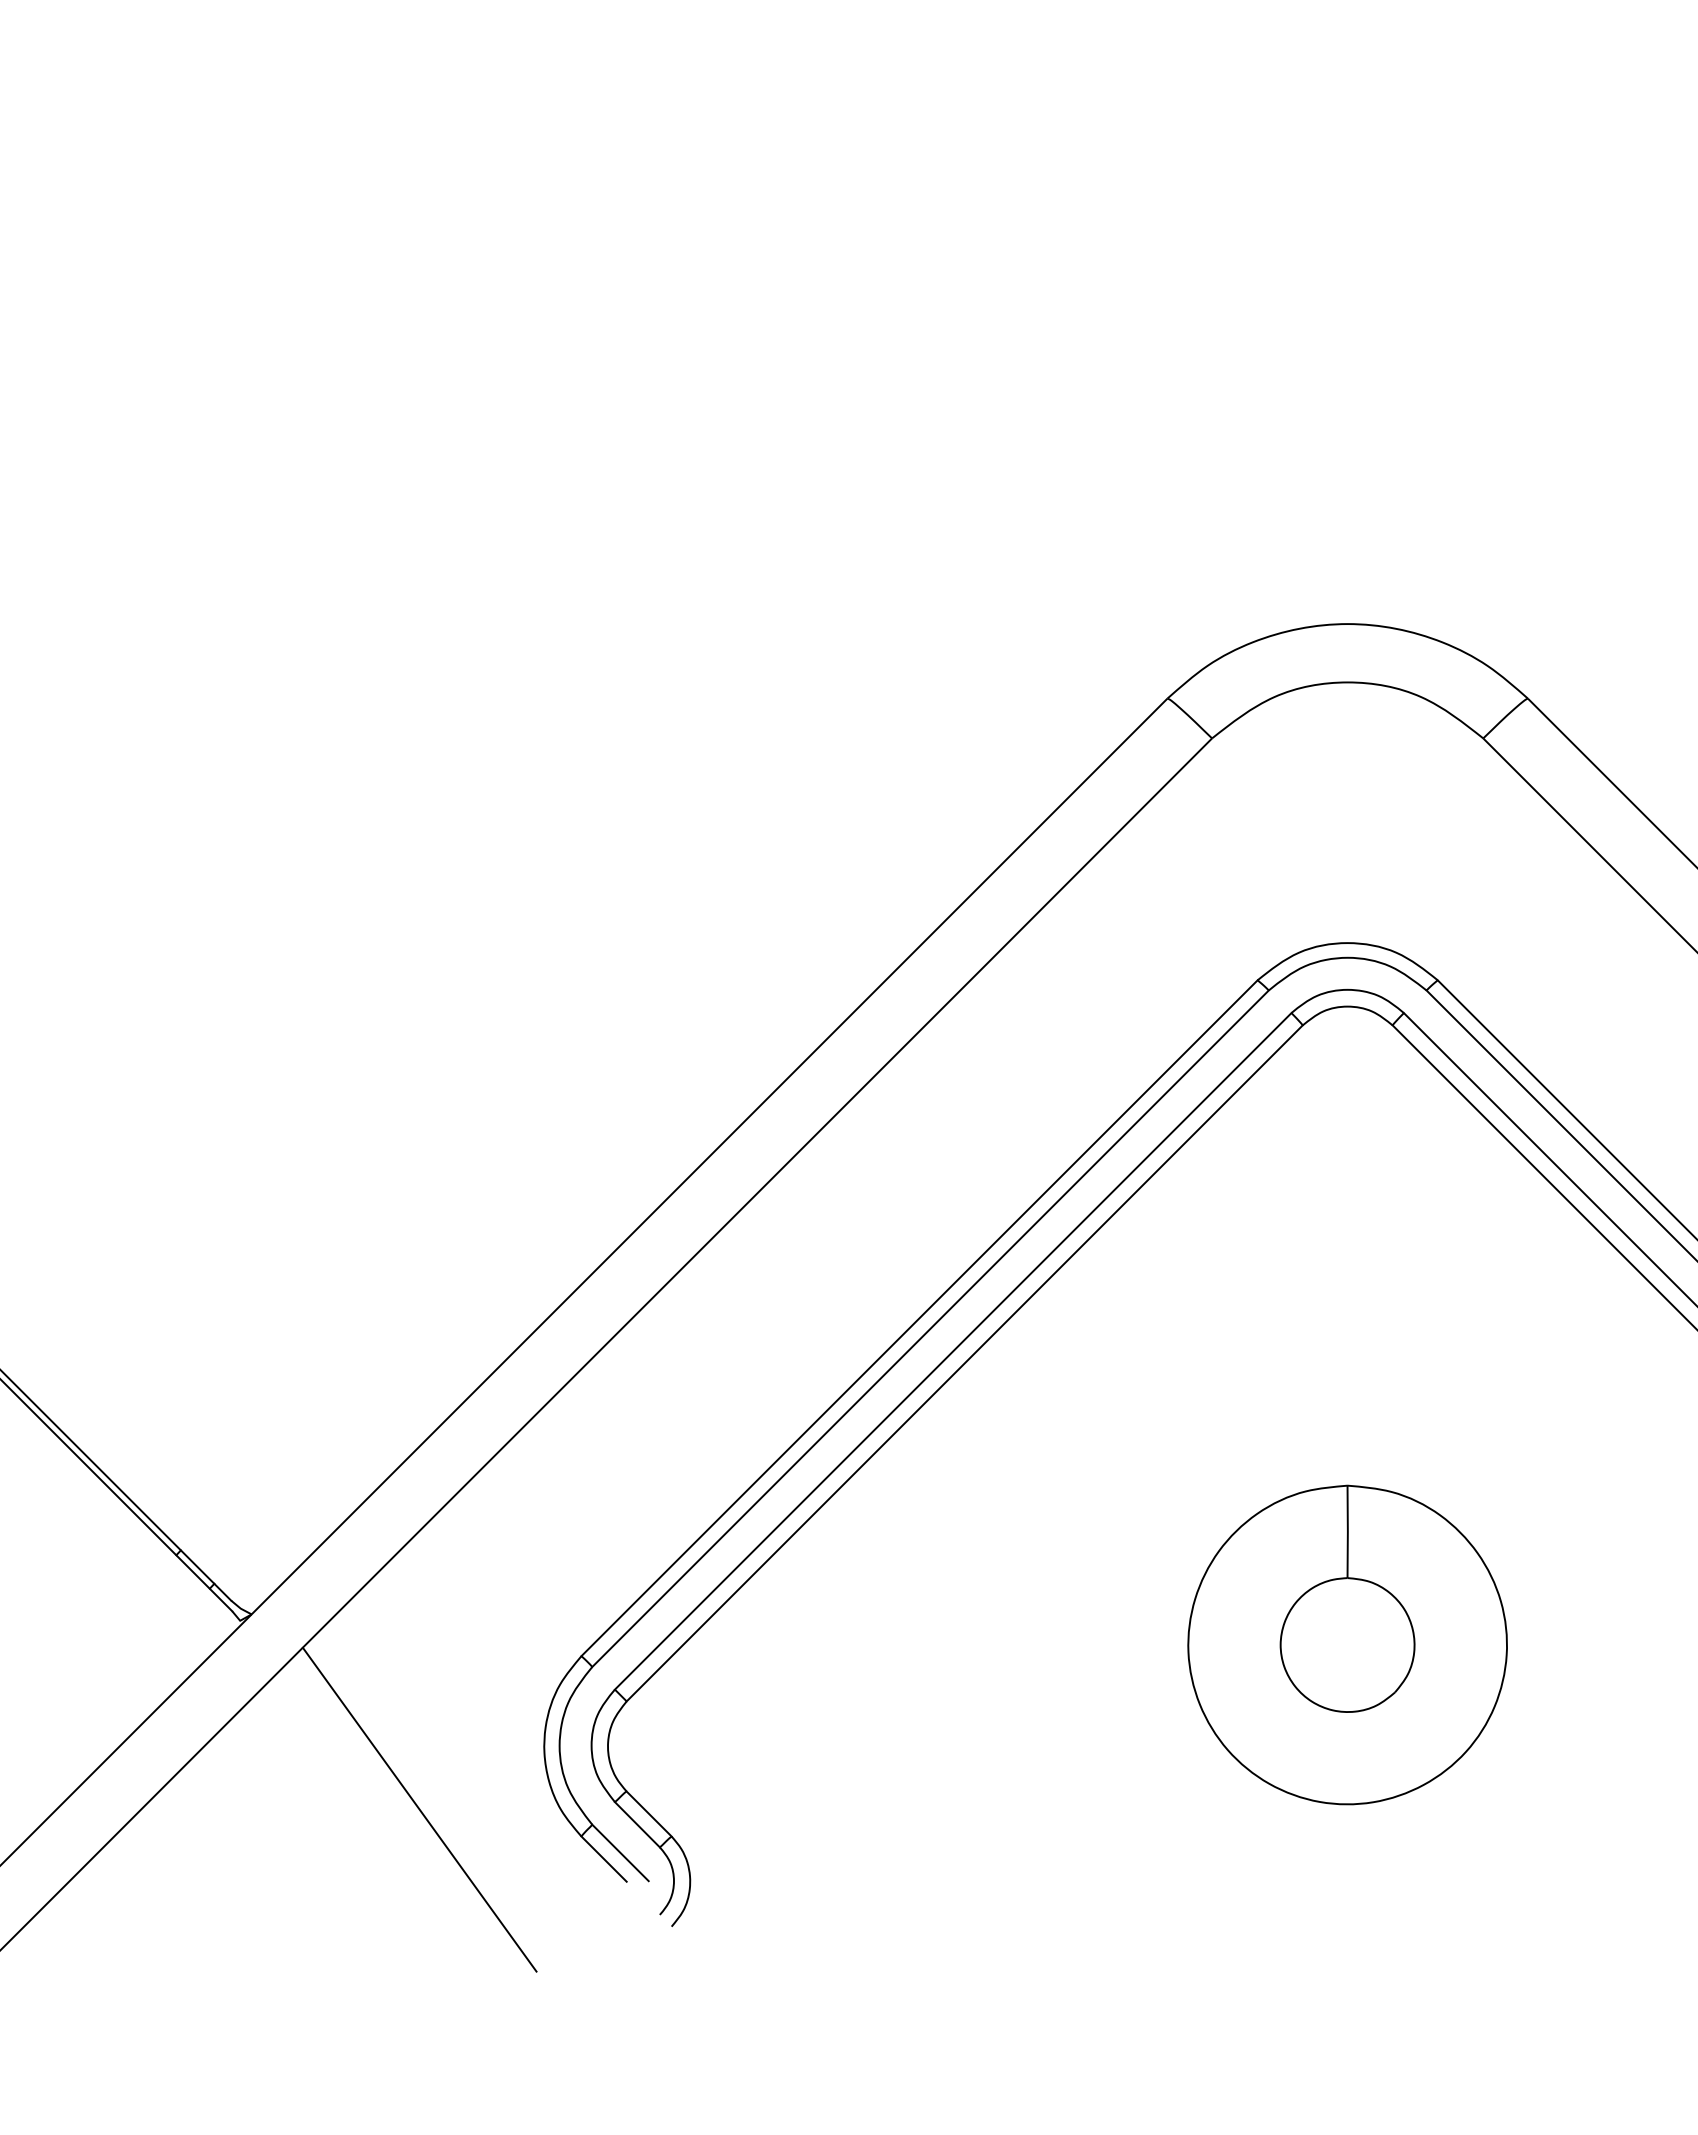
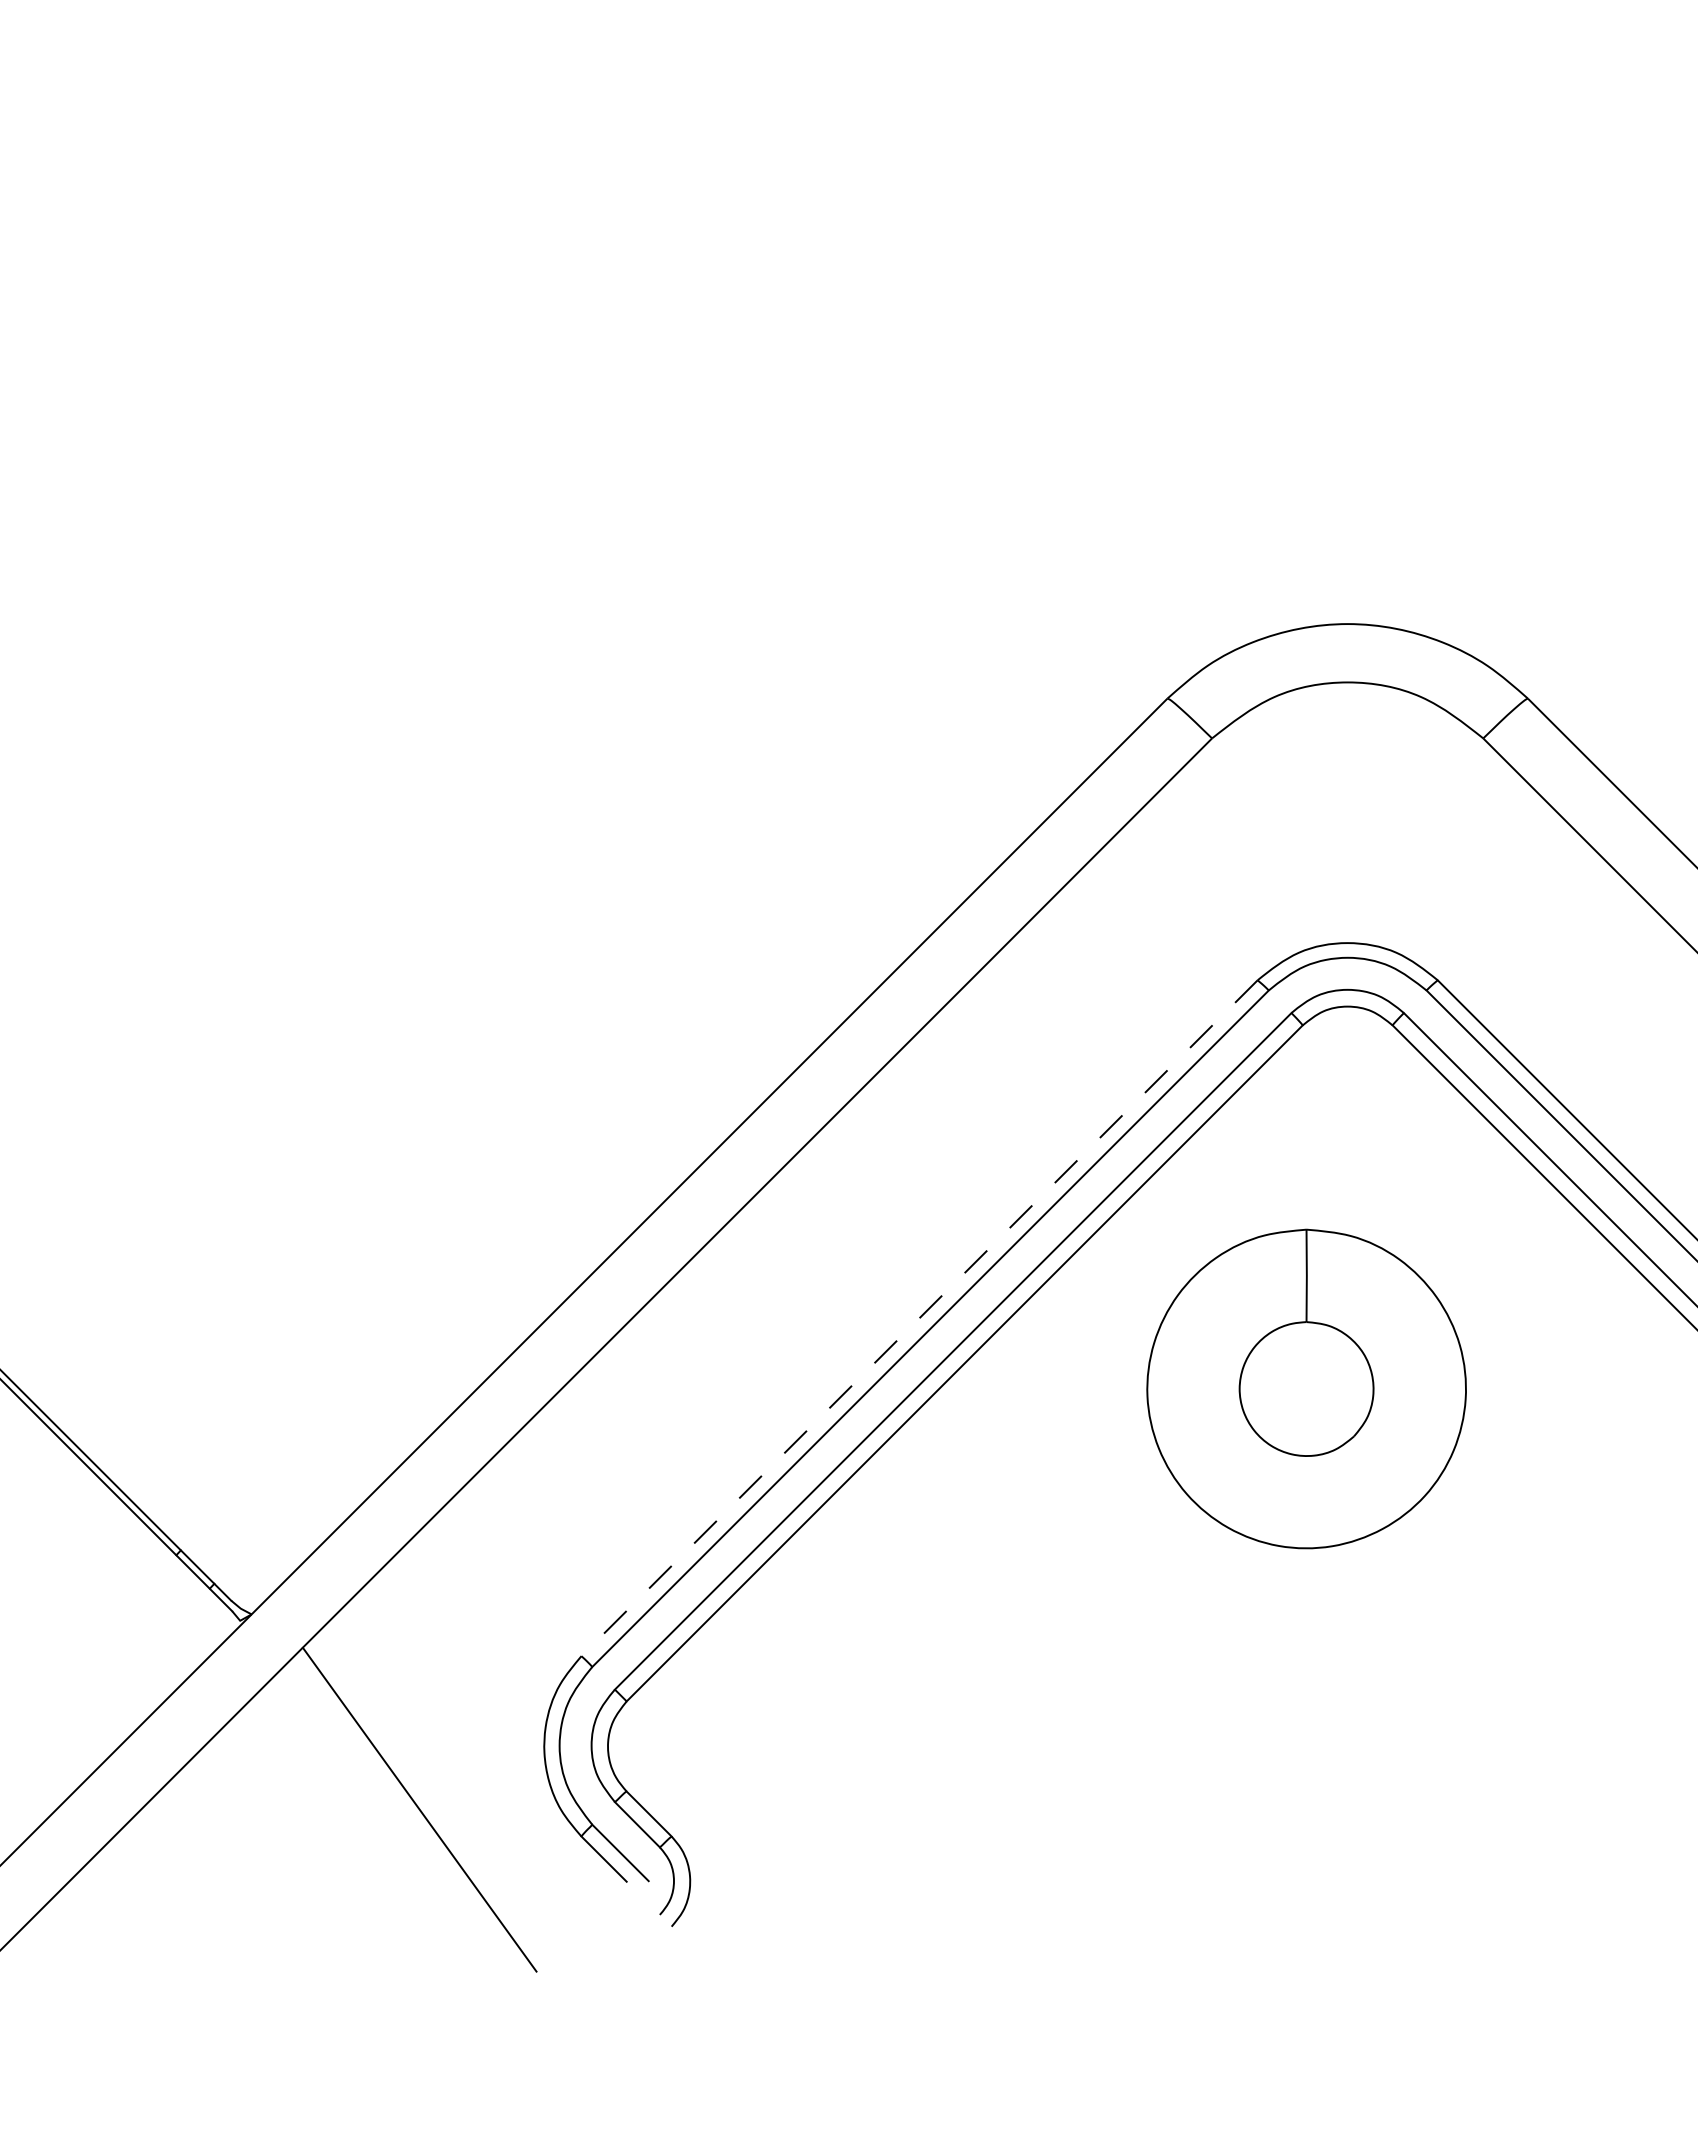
line at (919, 1318): solid -> dashed
part at (1347, 1644) position: (1347, 1644) -> (1306, 1388)
